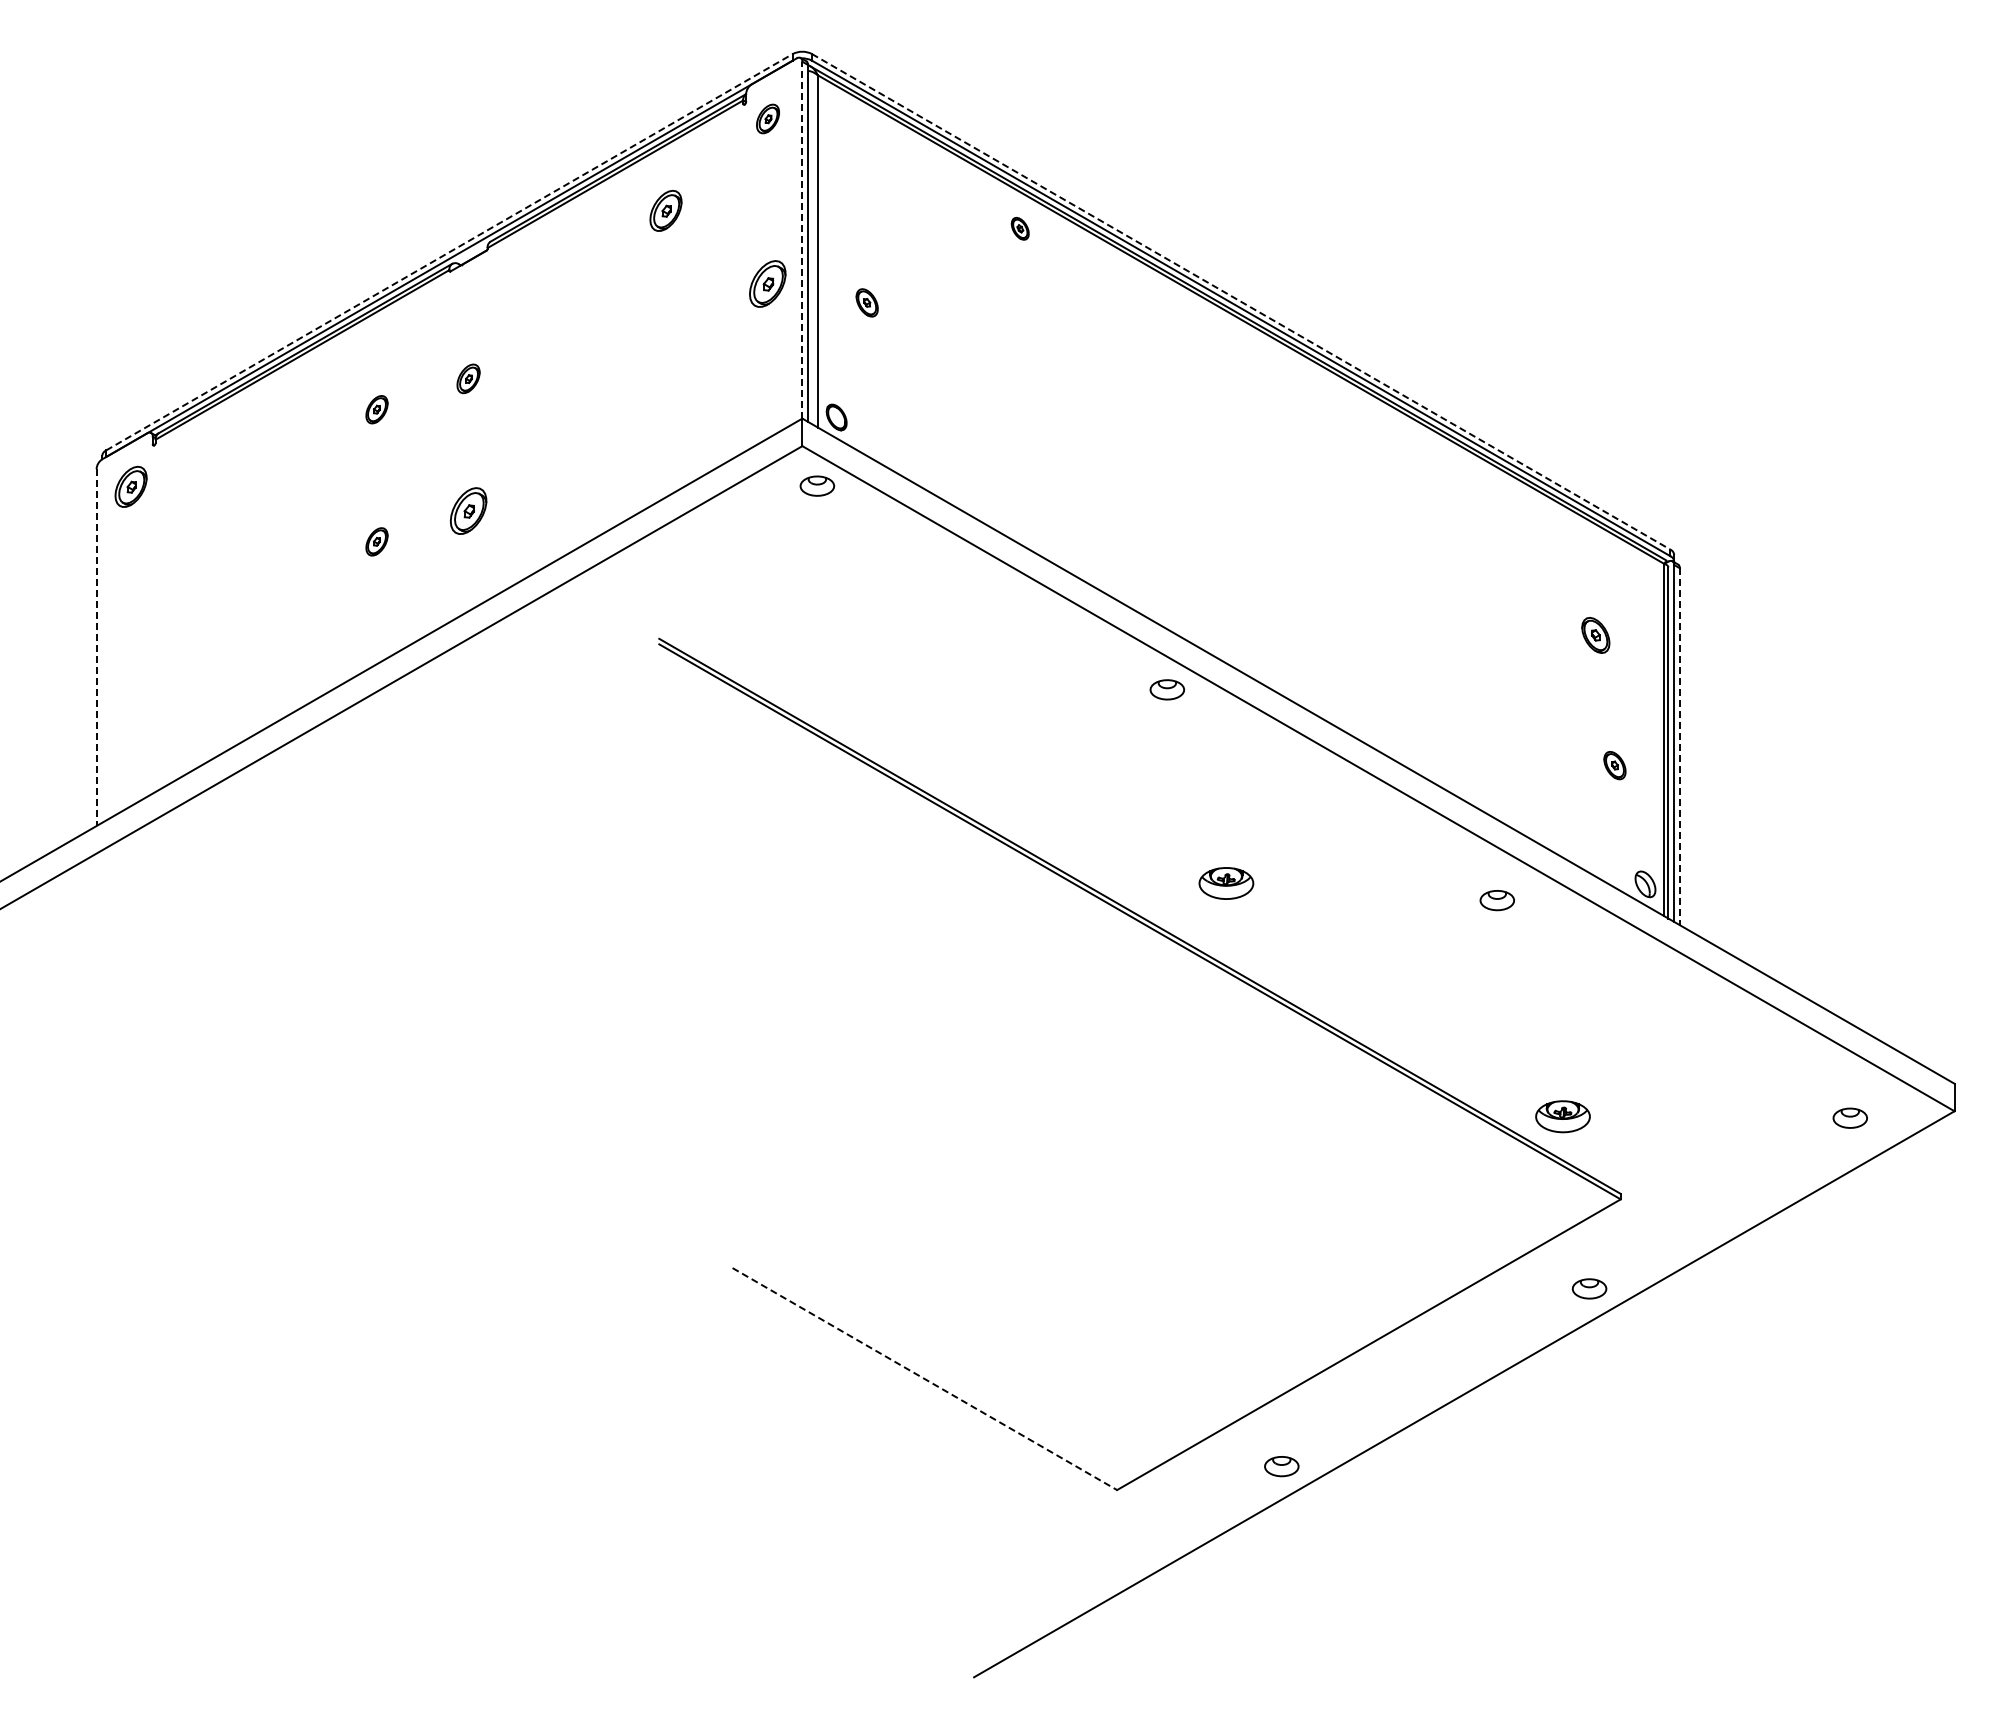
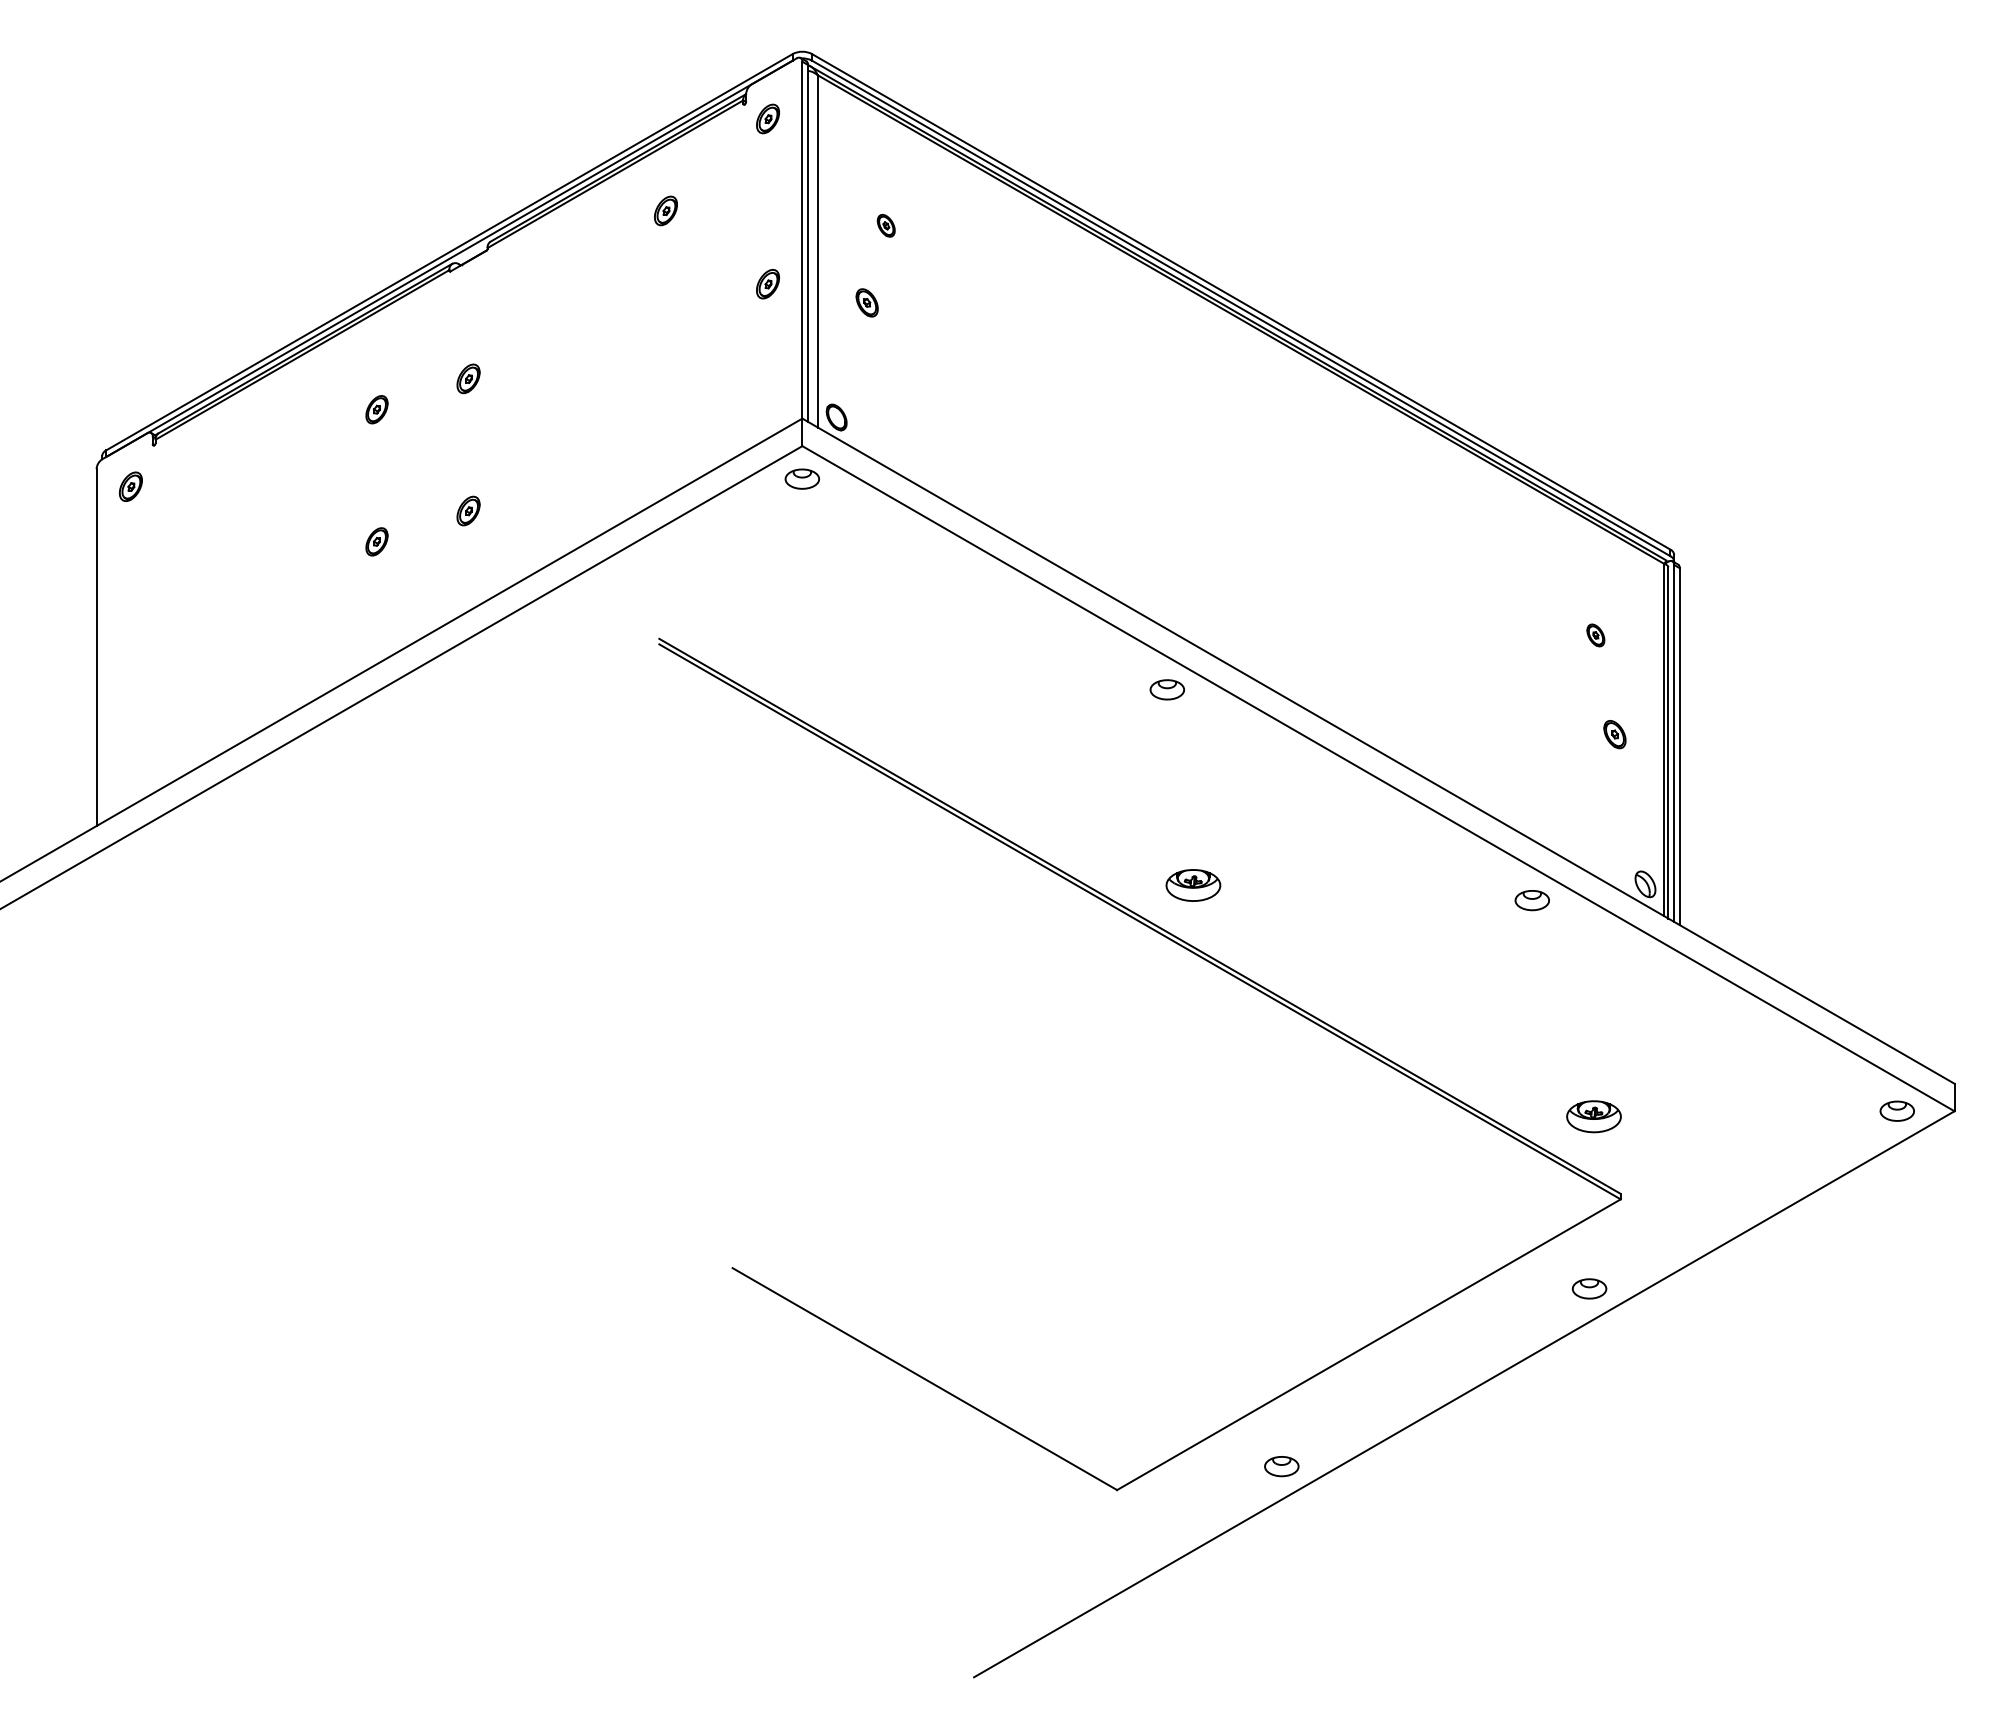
part at (665, 210) size: 34x43 px -> 24x32 px
part at (1019, 228) position: (1019, 228) -> (885, 225)
line at (802, 239): dashed -> solid
line at (449, 251): dashed -> solid
part at (767, 283) size: 38x48 px -> 25x31 px
line at (1241, 301): dashed -> solid
part at (817, 485) position: (817, 485) -> (802, 478)
part at (130, 486) size: 34x43 px -> 25x31 px
part at (468, 510) size: 39x48 px -> 25x32 px
part at (1595, 635) size: 30x37 px -> 20x25 px
line at (96, 648): dashed -> solid
line at (1679, 747): dashed -> solid
part at (1614, 765) position: (1614, 765) -> (1614, 734)
part at (1226, 883) position: (1226, 883) -> (1193, 885)
part at (1496, 900) position: (1496, 900) -> (1531, 900)
part at (1562, 1116) position: (1562, 1116) -> (1593, 1116)
part at (1849, 1117) position: (1849, 1117) -> (1896, 1110)
line at (924, 1379): dashed -> solid
